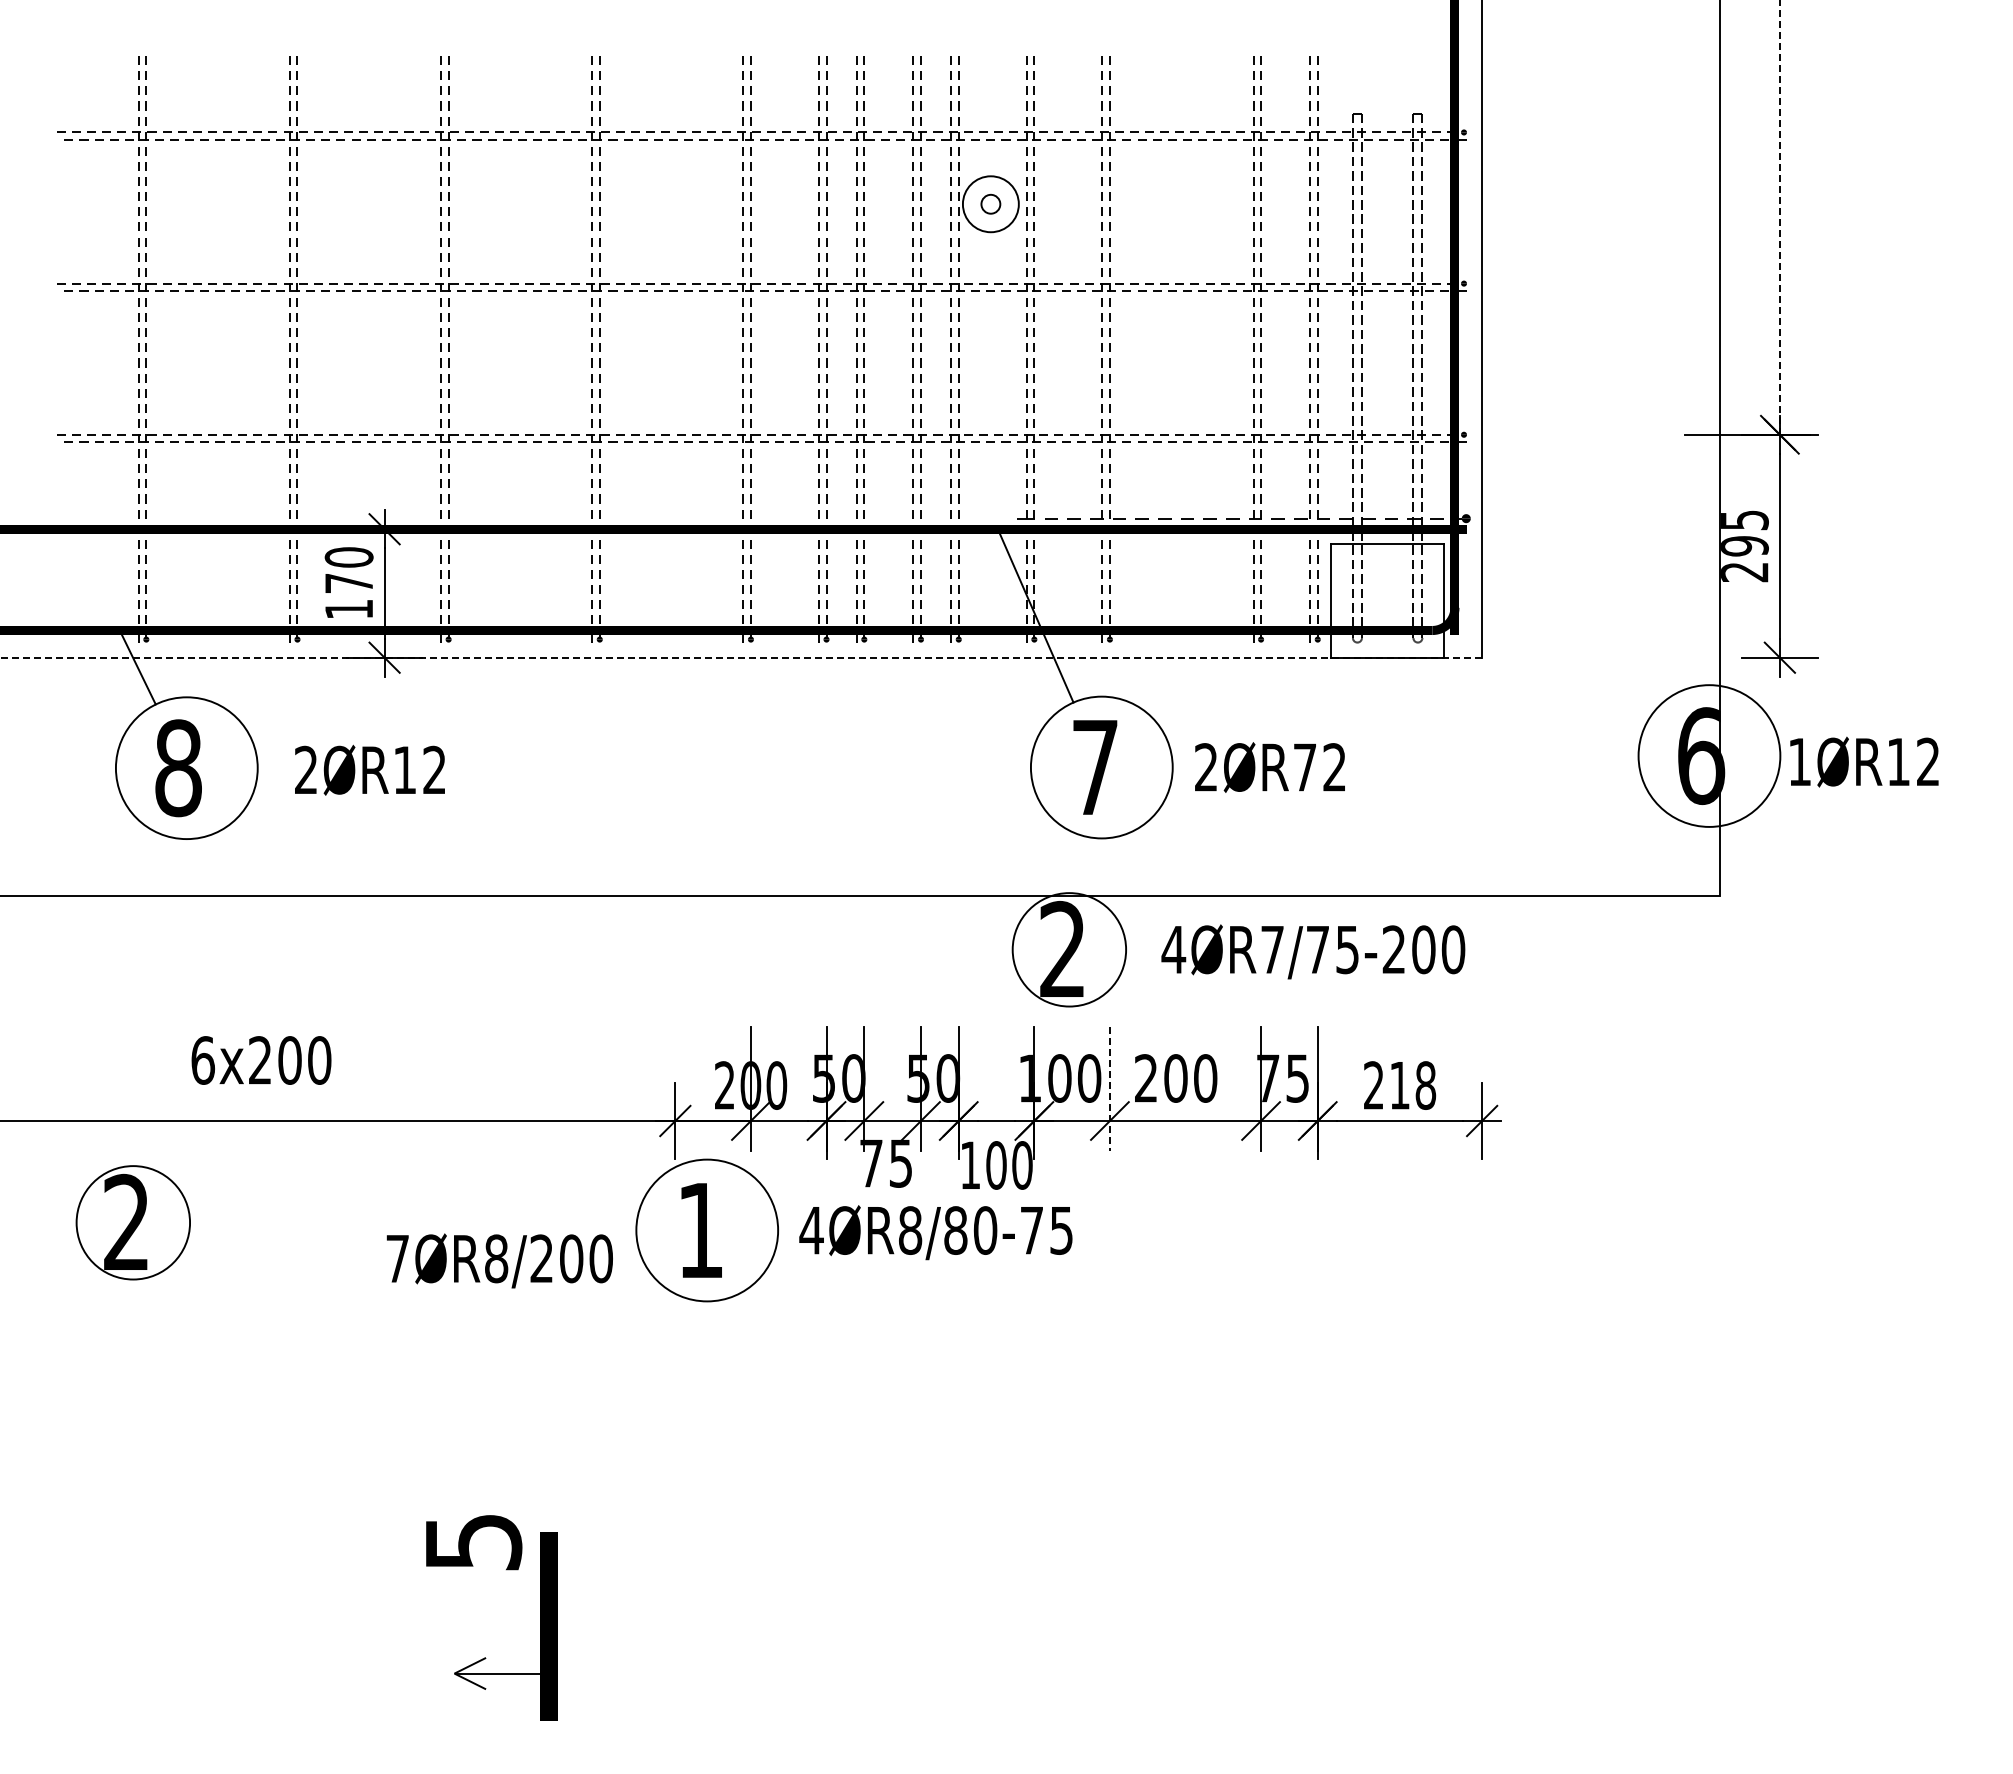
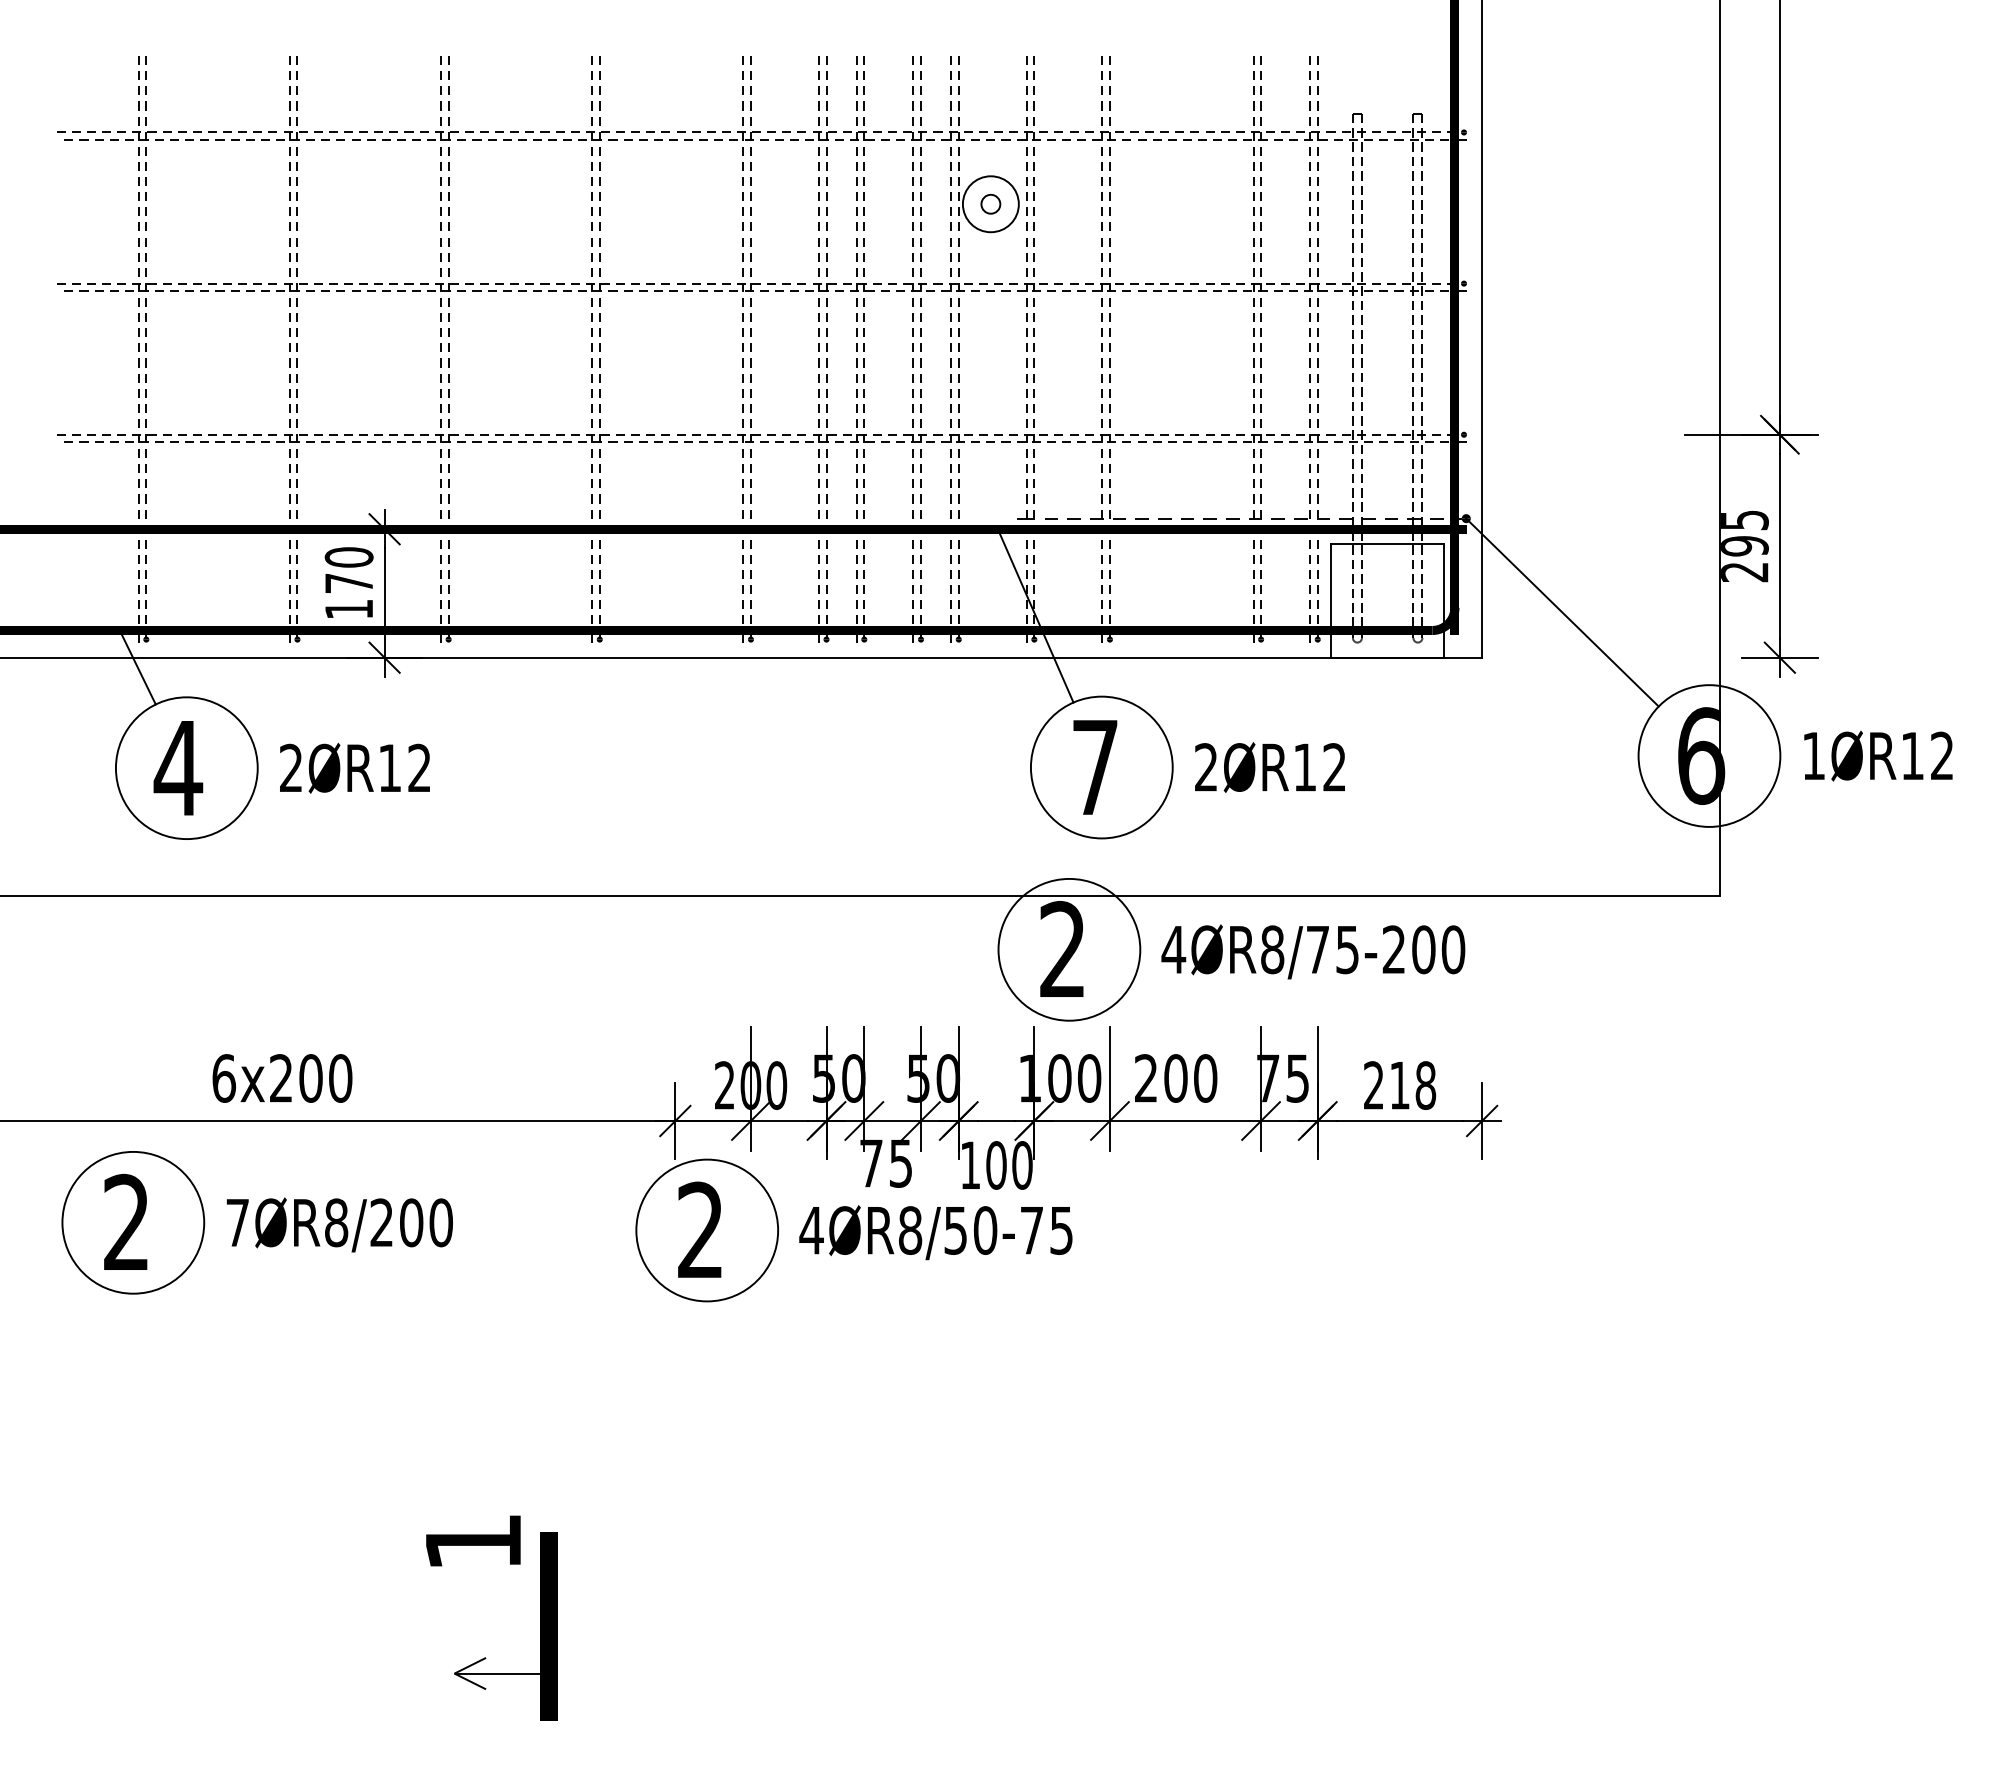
line at (1779, 217): dashed -> solid
line at (1562, 612): none -> present
line at (741, 657): dashed -> solid
text at (1864, 761) position: (1864, 761) -> (1878, 755)
text at (1304, 767): 2ØR72 -> 2ØR12
text at (178, 768): 8 -> 4
text at (369, 769) position: (369, 769) -> (354, 767)
circle at (1069, 949) diameter: 113 px -> 142 px
text at (1272, 949): 4ØR7/75-200 -> 4ØR8/75-200
text at (261, 1060) position: (261, 1060) -> (282, 1078)
line at (1109, 1089): dashed -> solid
circle at (133, 1222) diameter: 113 px -> 142 px
text at (699, 1229): 1 -> 2
text at (955, 1230): 4ØR8/80-75 -> 4ØR8/50-75
text at (499, 1260) position: (499, 1260) -> (339, 1224)
text at (474, 1542): 5 -> 1
